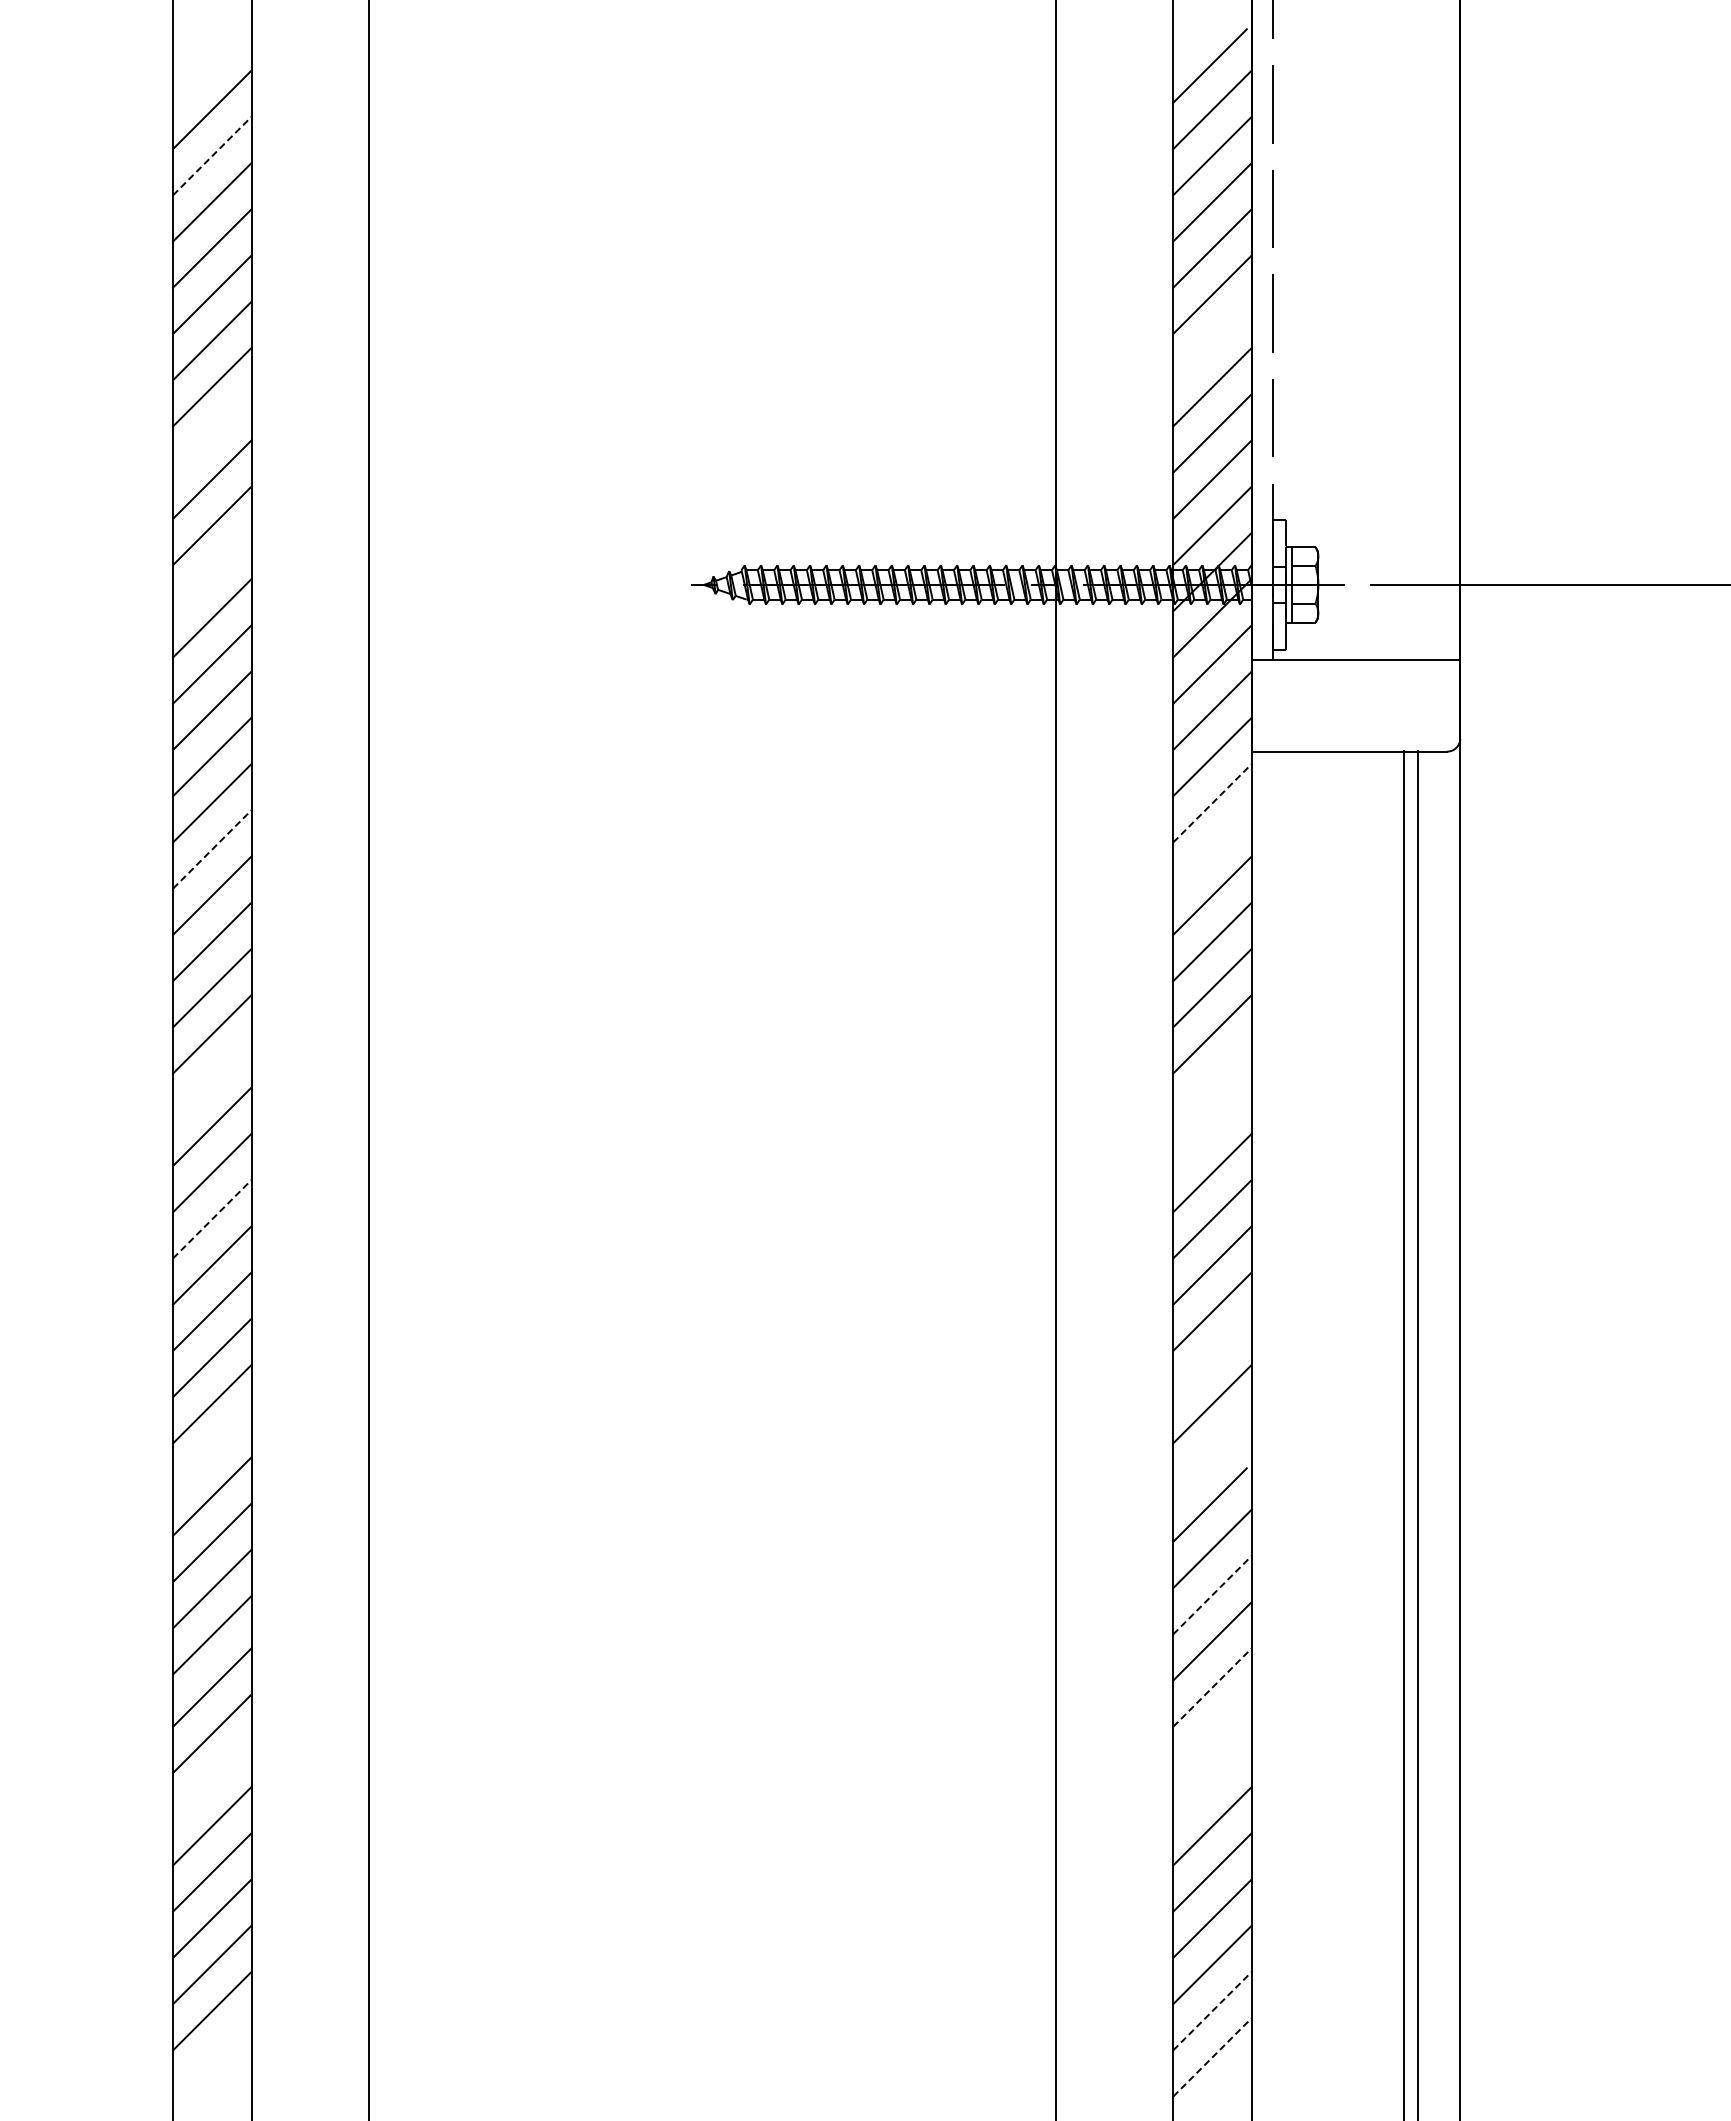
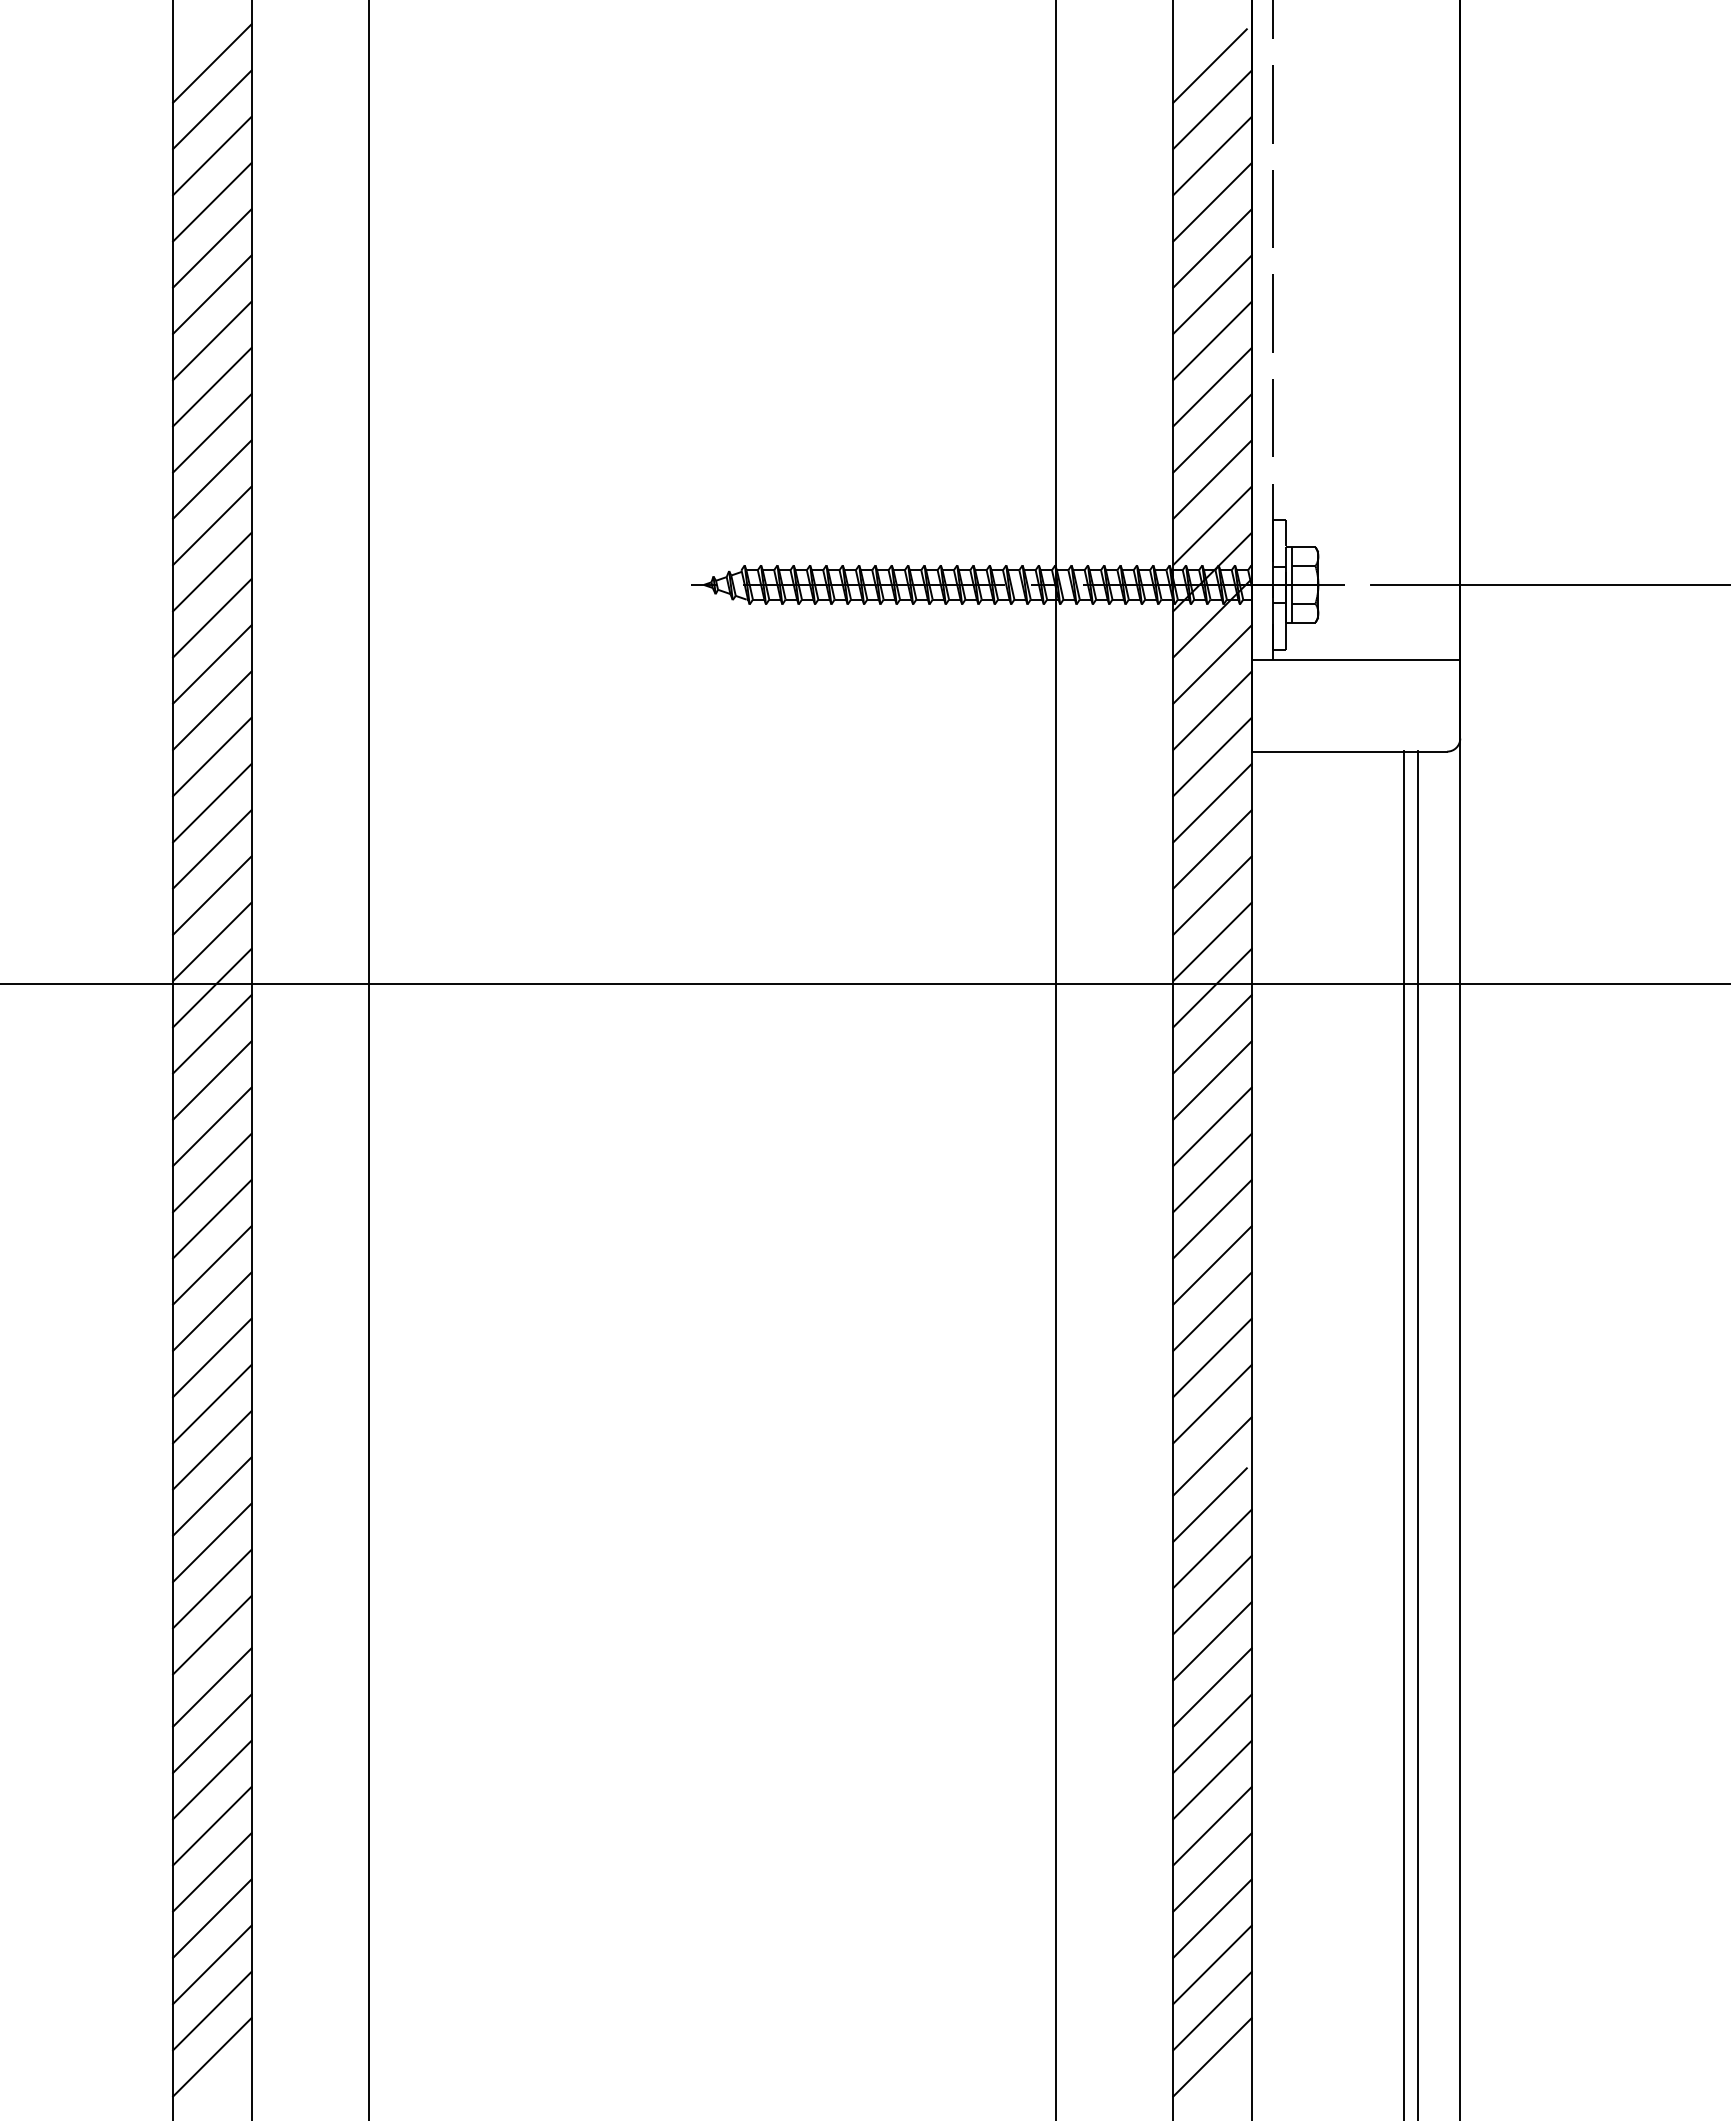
line at (212, 63): none -> present
line at (212, 155): dashed -> solid
line at (1212, 340): none -> present
line at (212, 433): none -> present
line at (212, 571): none -> present
line at (1212, 802): dashed -> solid
line at (212, 849): dashed -> solid
line at (1212, 849): none -> present
line at (864, 983): none -> present
line at (212, 1080): none -> present
line at (1212, 1080): none -> present
line at (1212, 1126): none -> present
line at (212, 1218): dashed -> solid
line at (1212, 1357): none -> present
line at (212, 1450): none -> present
line at (1212, 1456): none -> present
line at (1212, 1594): dashed -> solid
line at (1212, 1687): dashed -> solid
line at (1212, 1733): none -> present
line at (212, 1779): none -> present
line at (1212, 1779): none -> present
line at (1212, 2010): dashed -> solid
line at (212, 2057): none -> present
line at (1212, 2057): dashed -> solid
